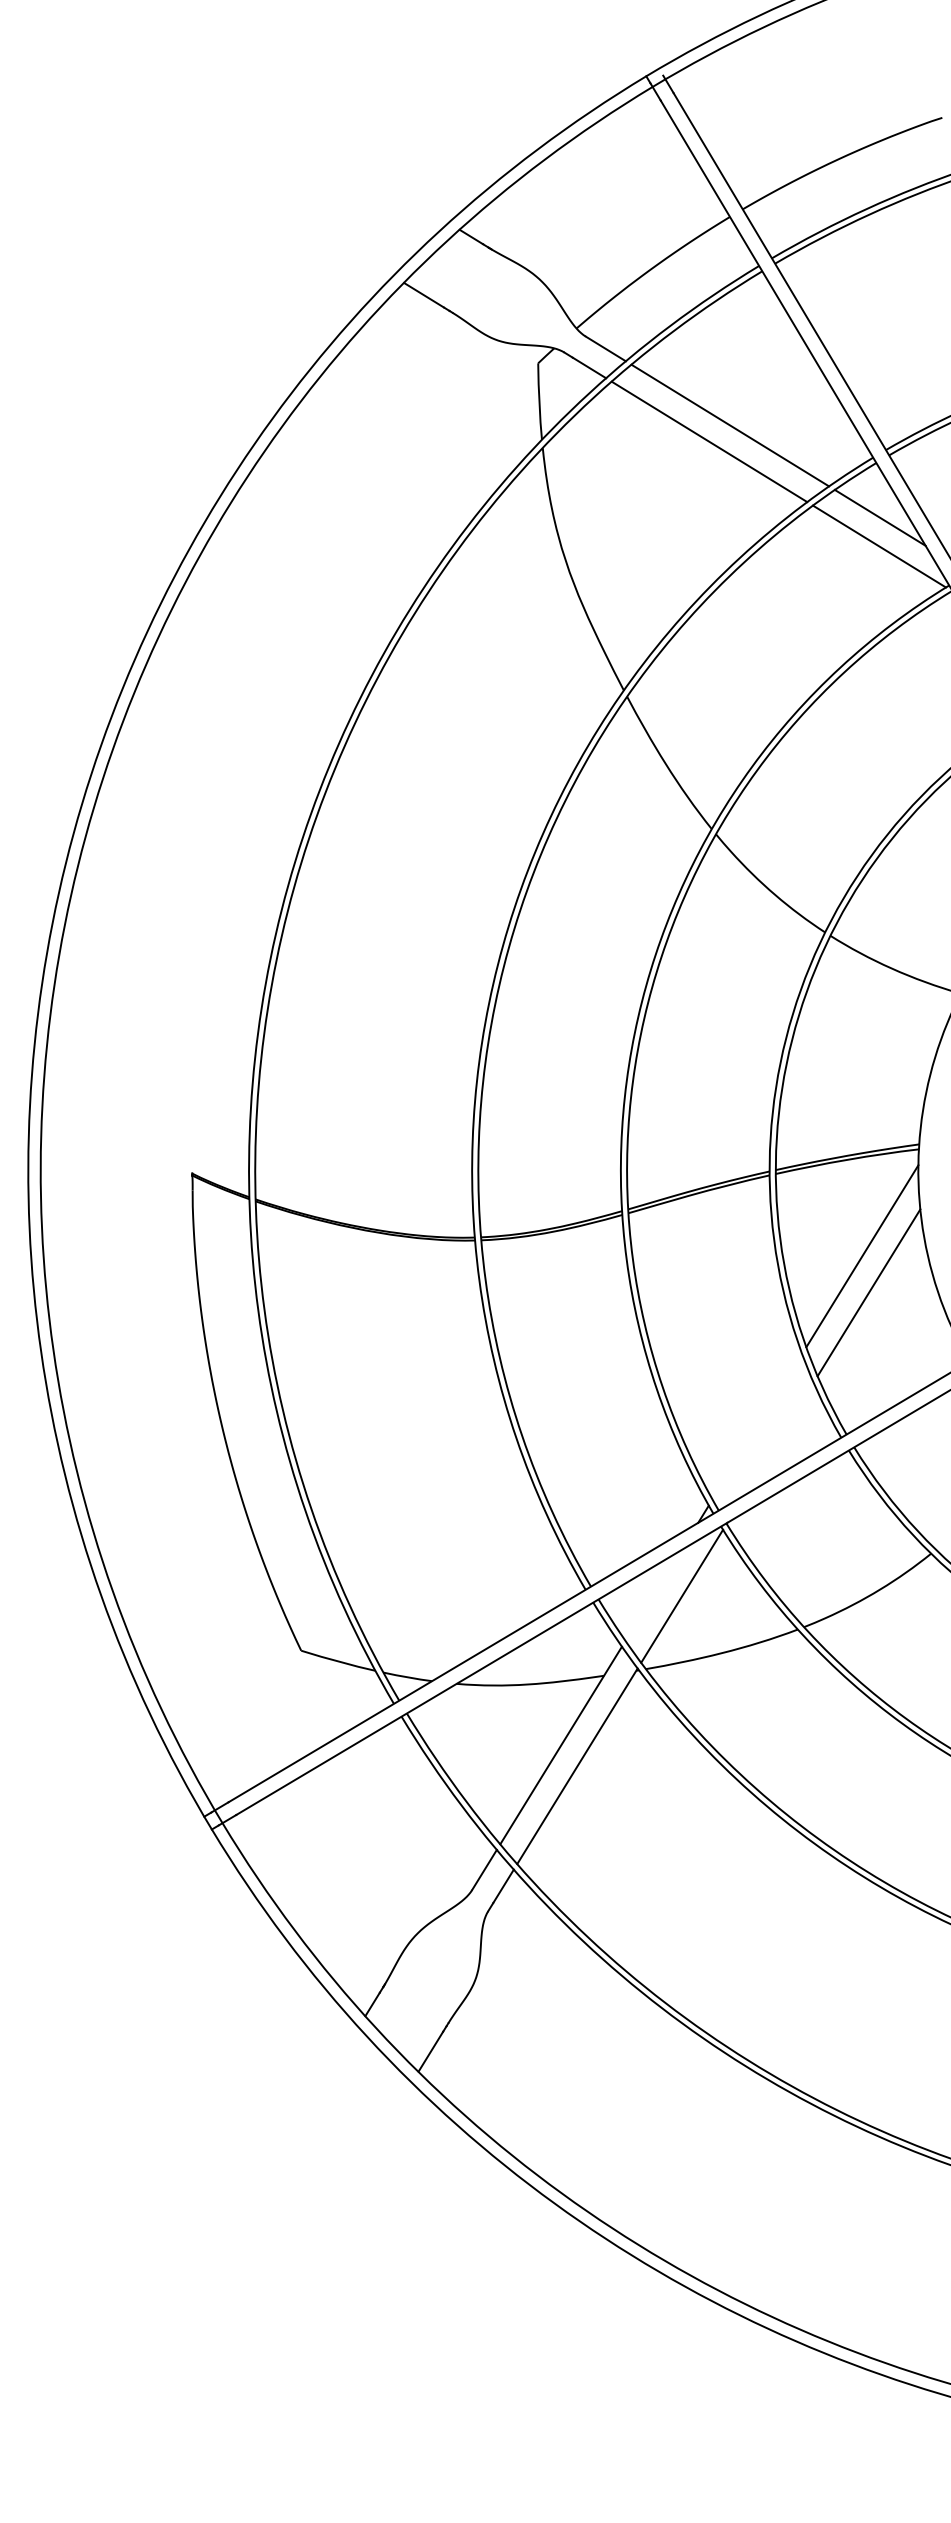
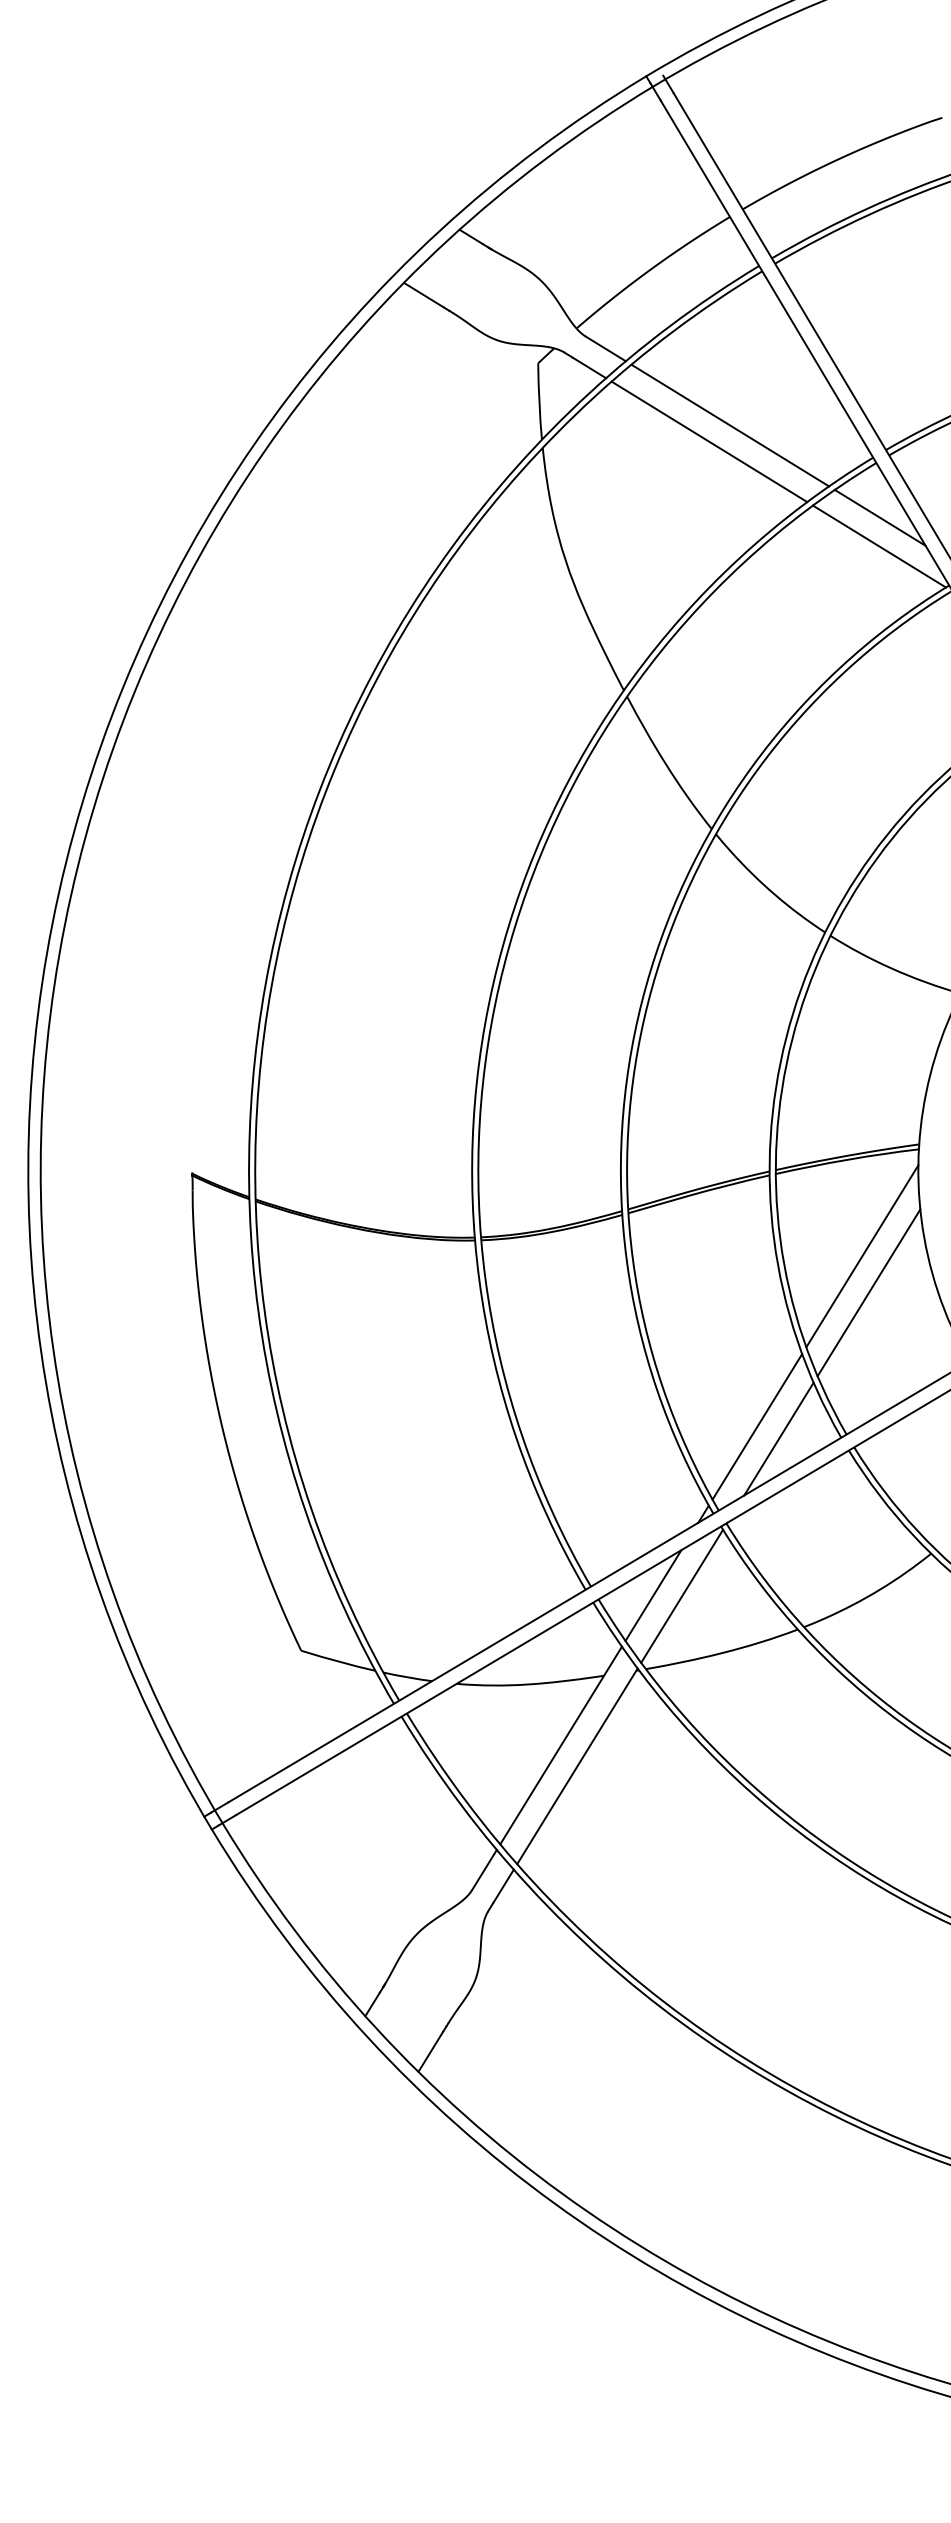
line at (757, 1426): none -> present
line at (778, 1438): none -> present
line at (653, 1595): none -> present
